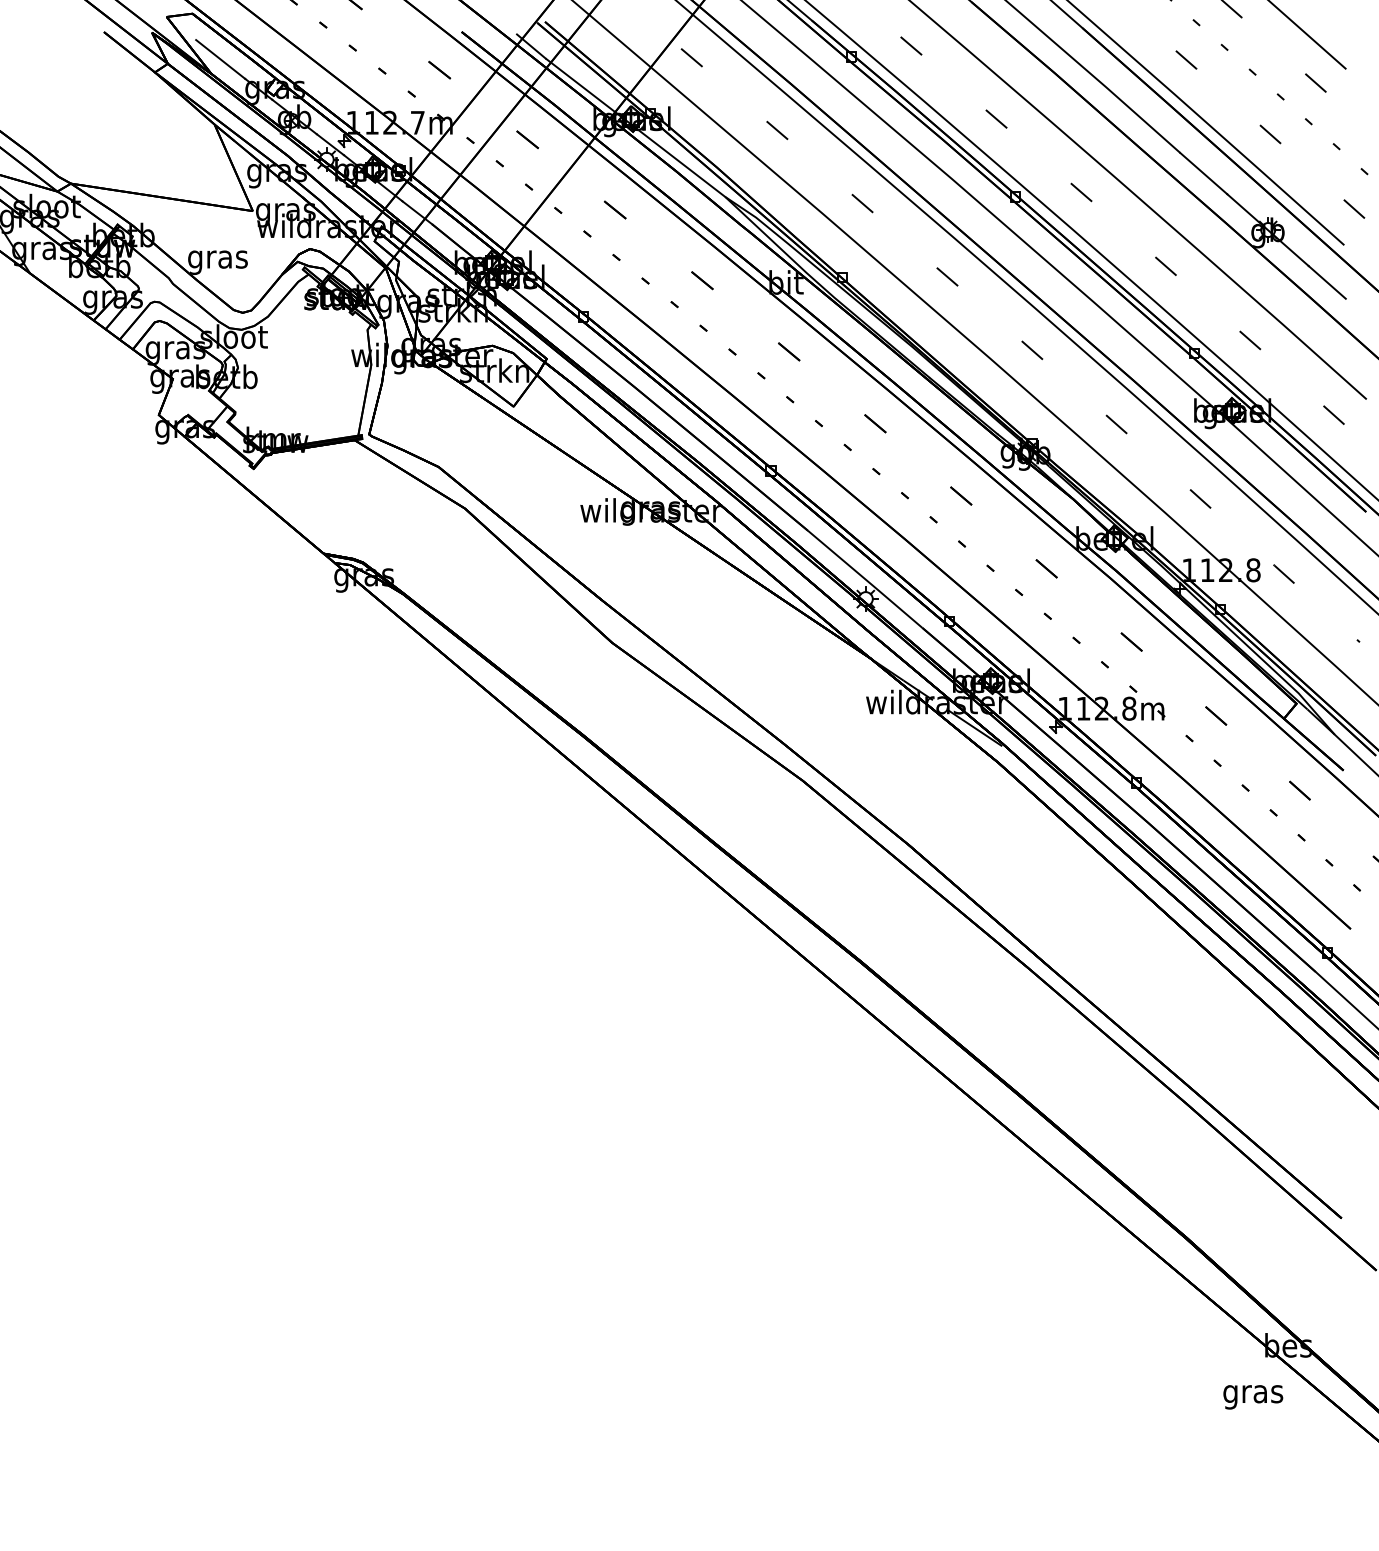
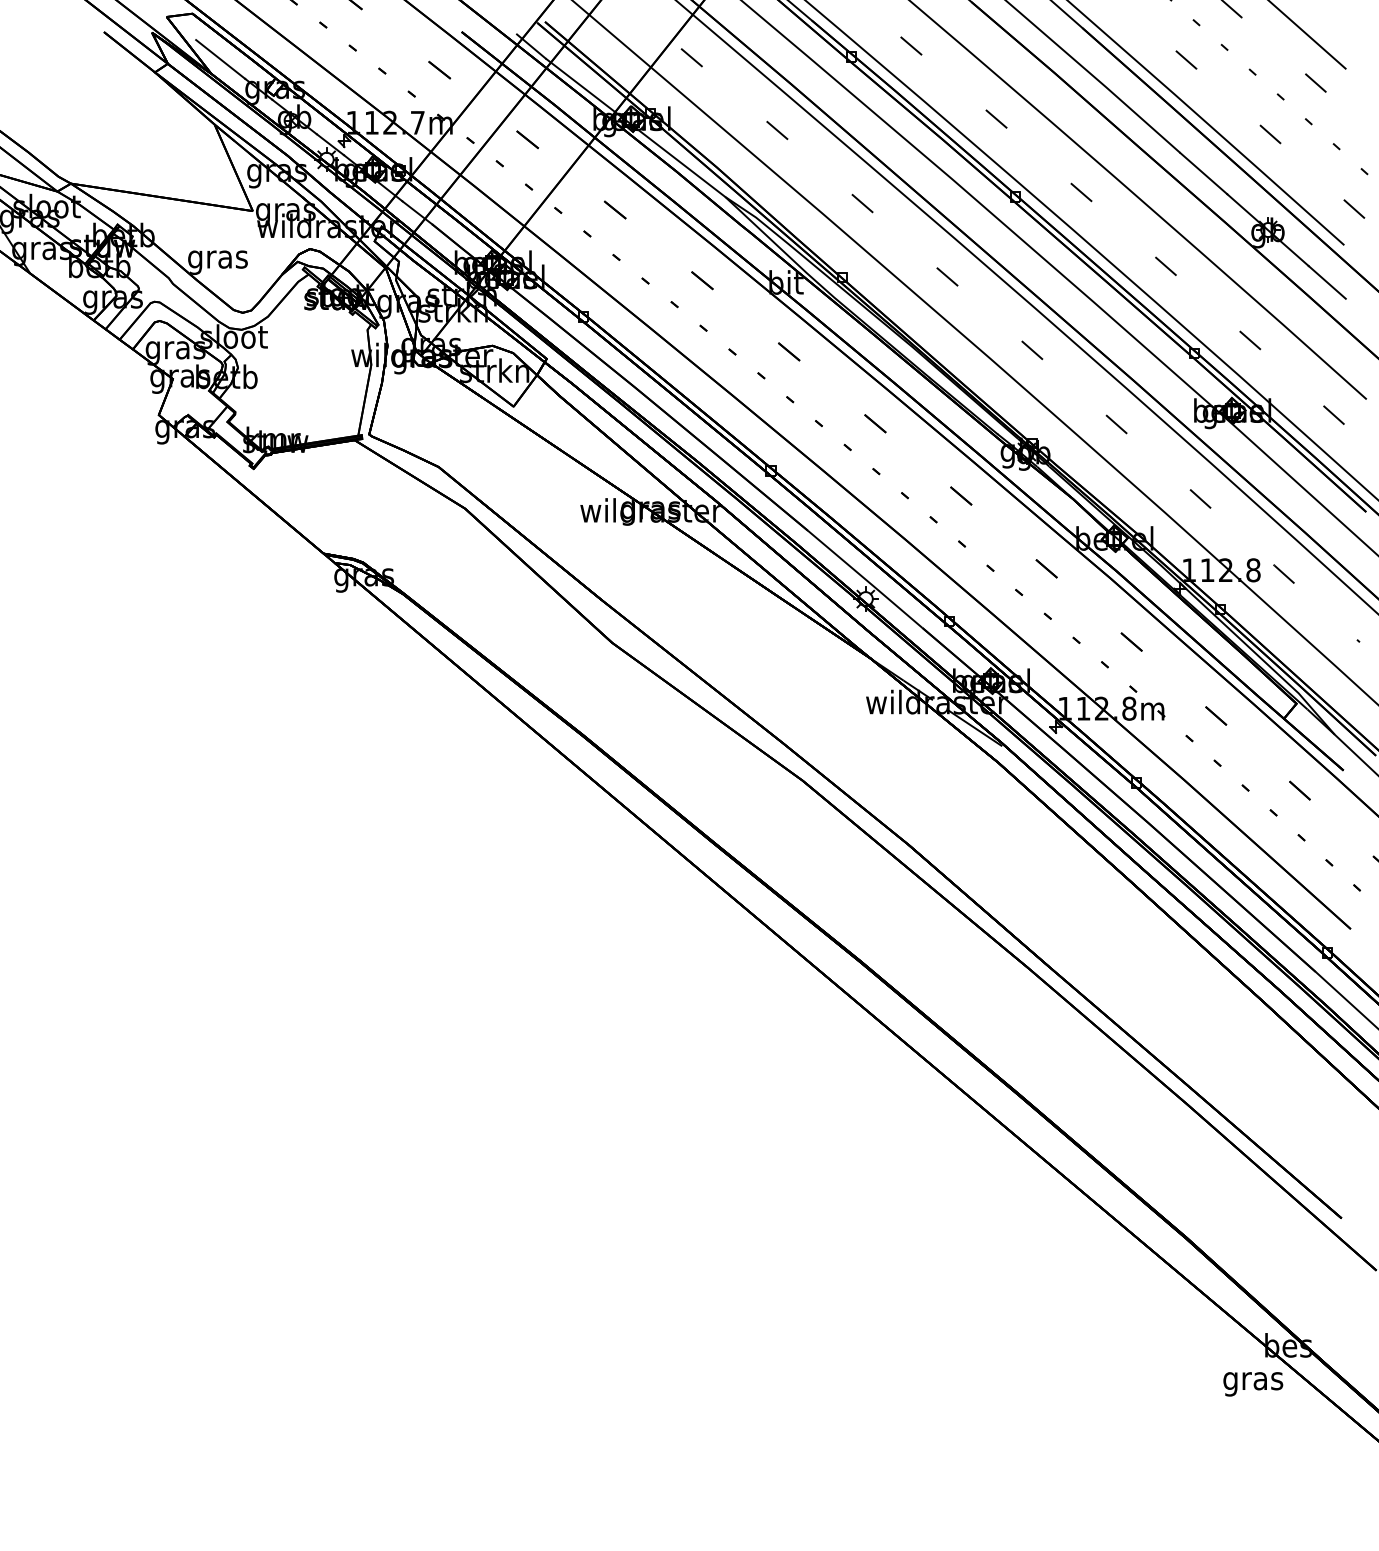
text at (1253, 1397) position: (1253, 1397) -> (1253, 1384)
